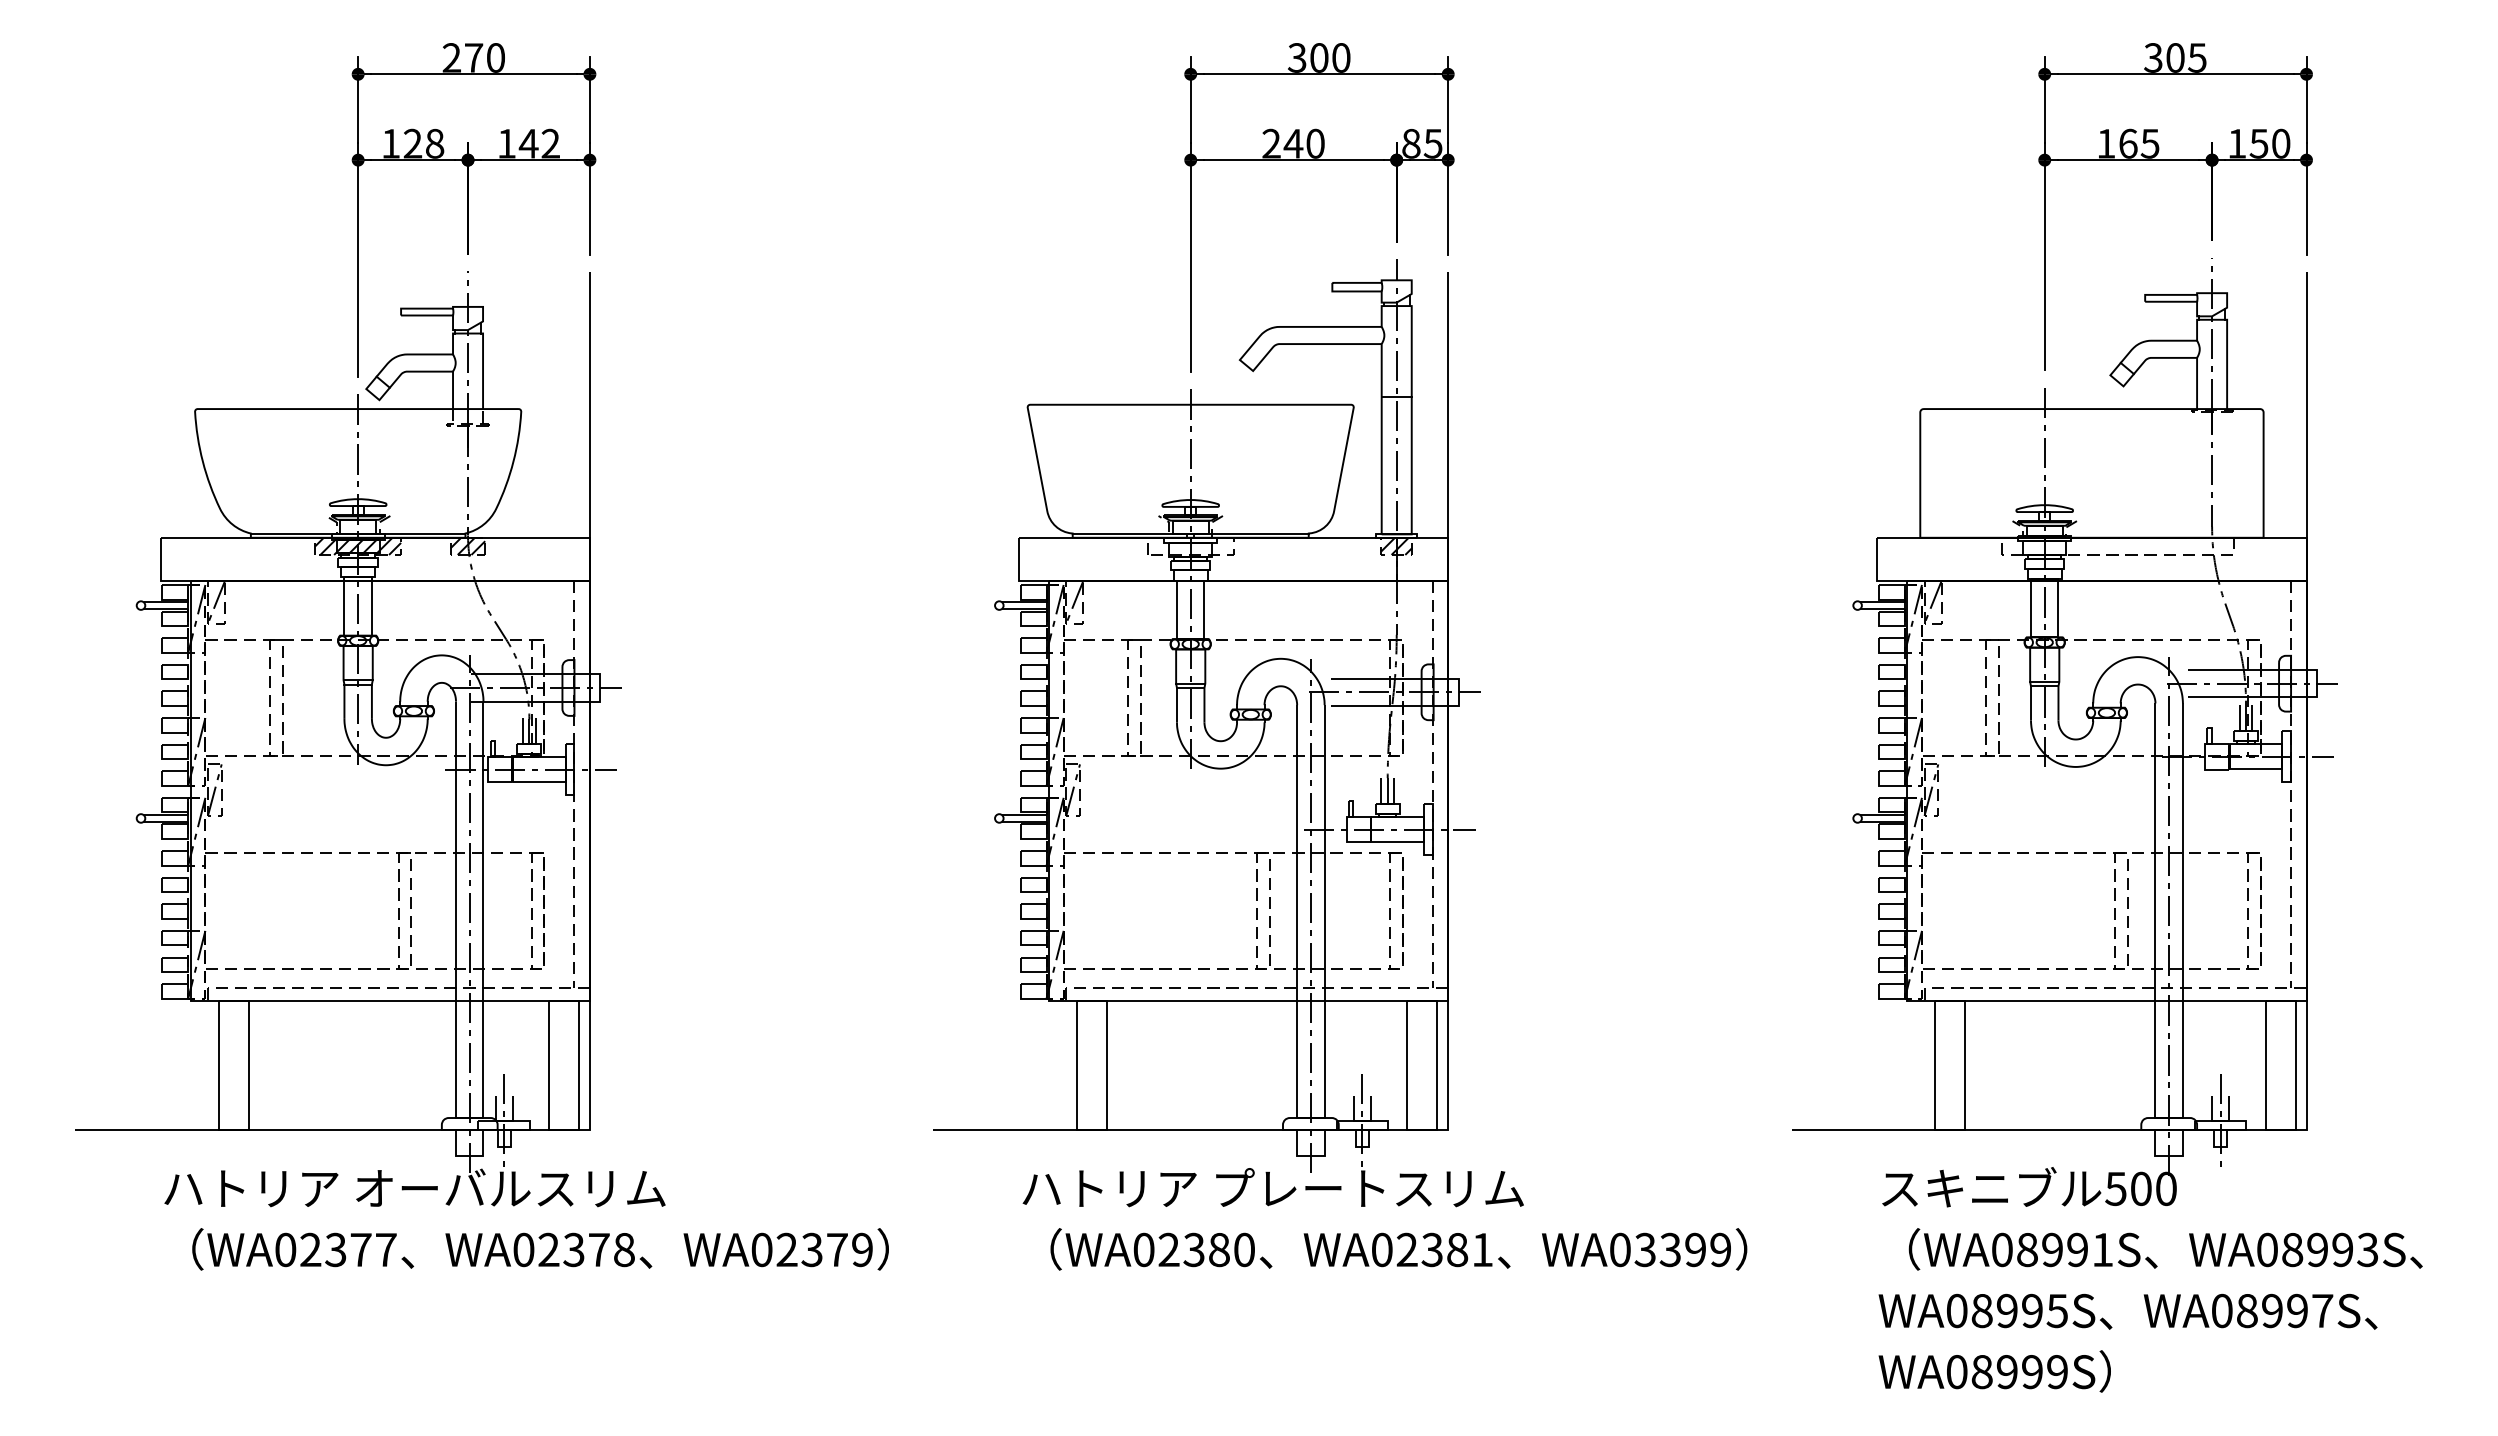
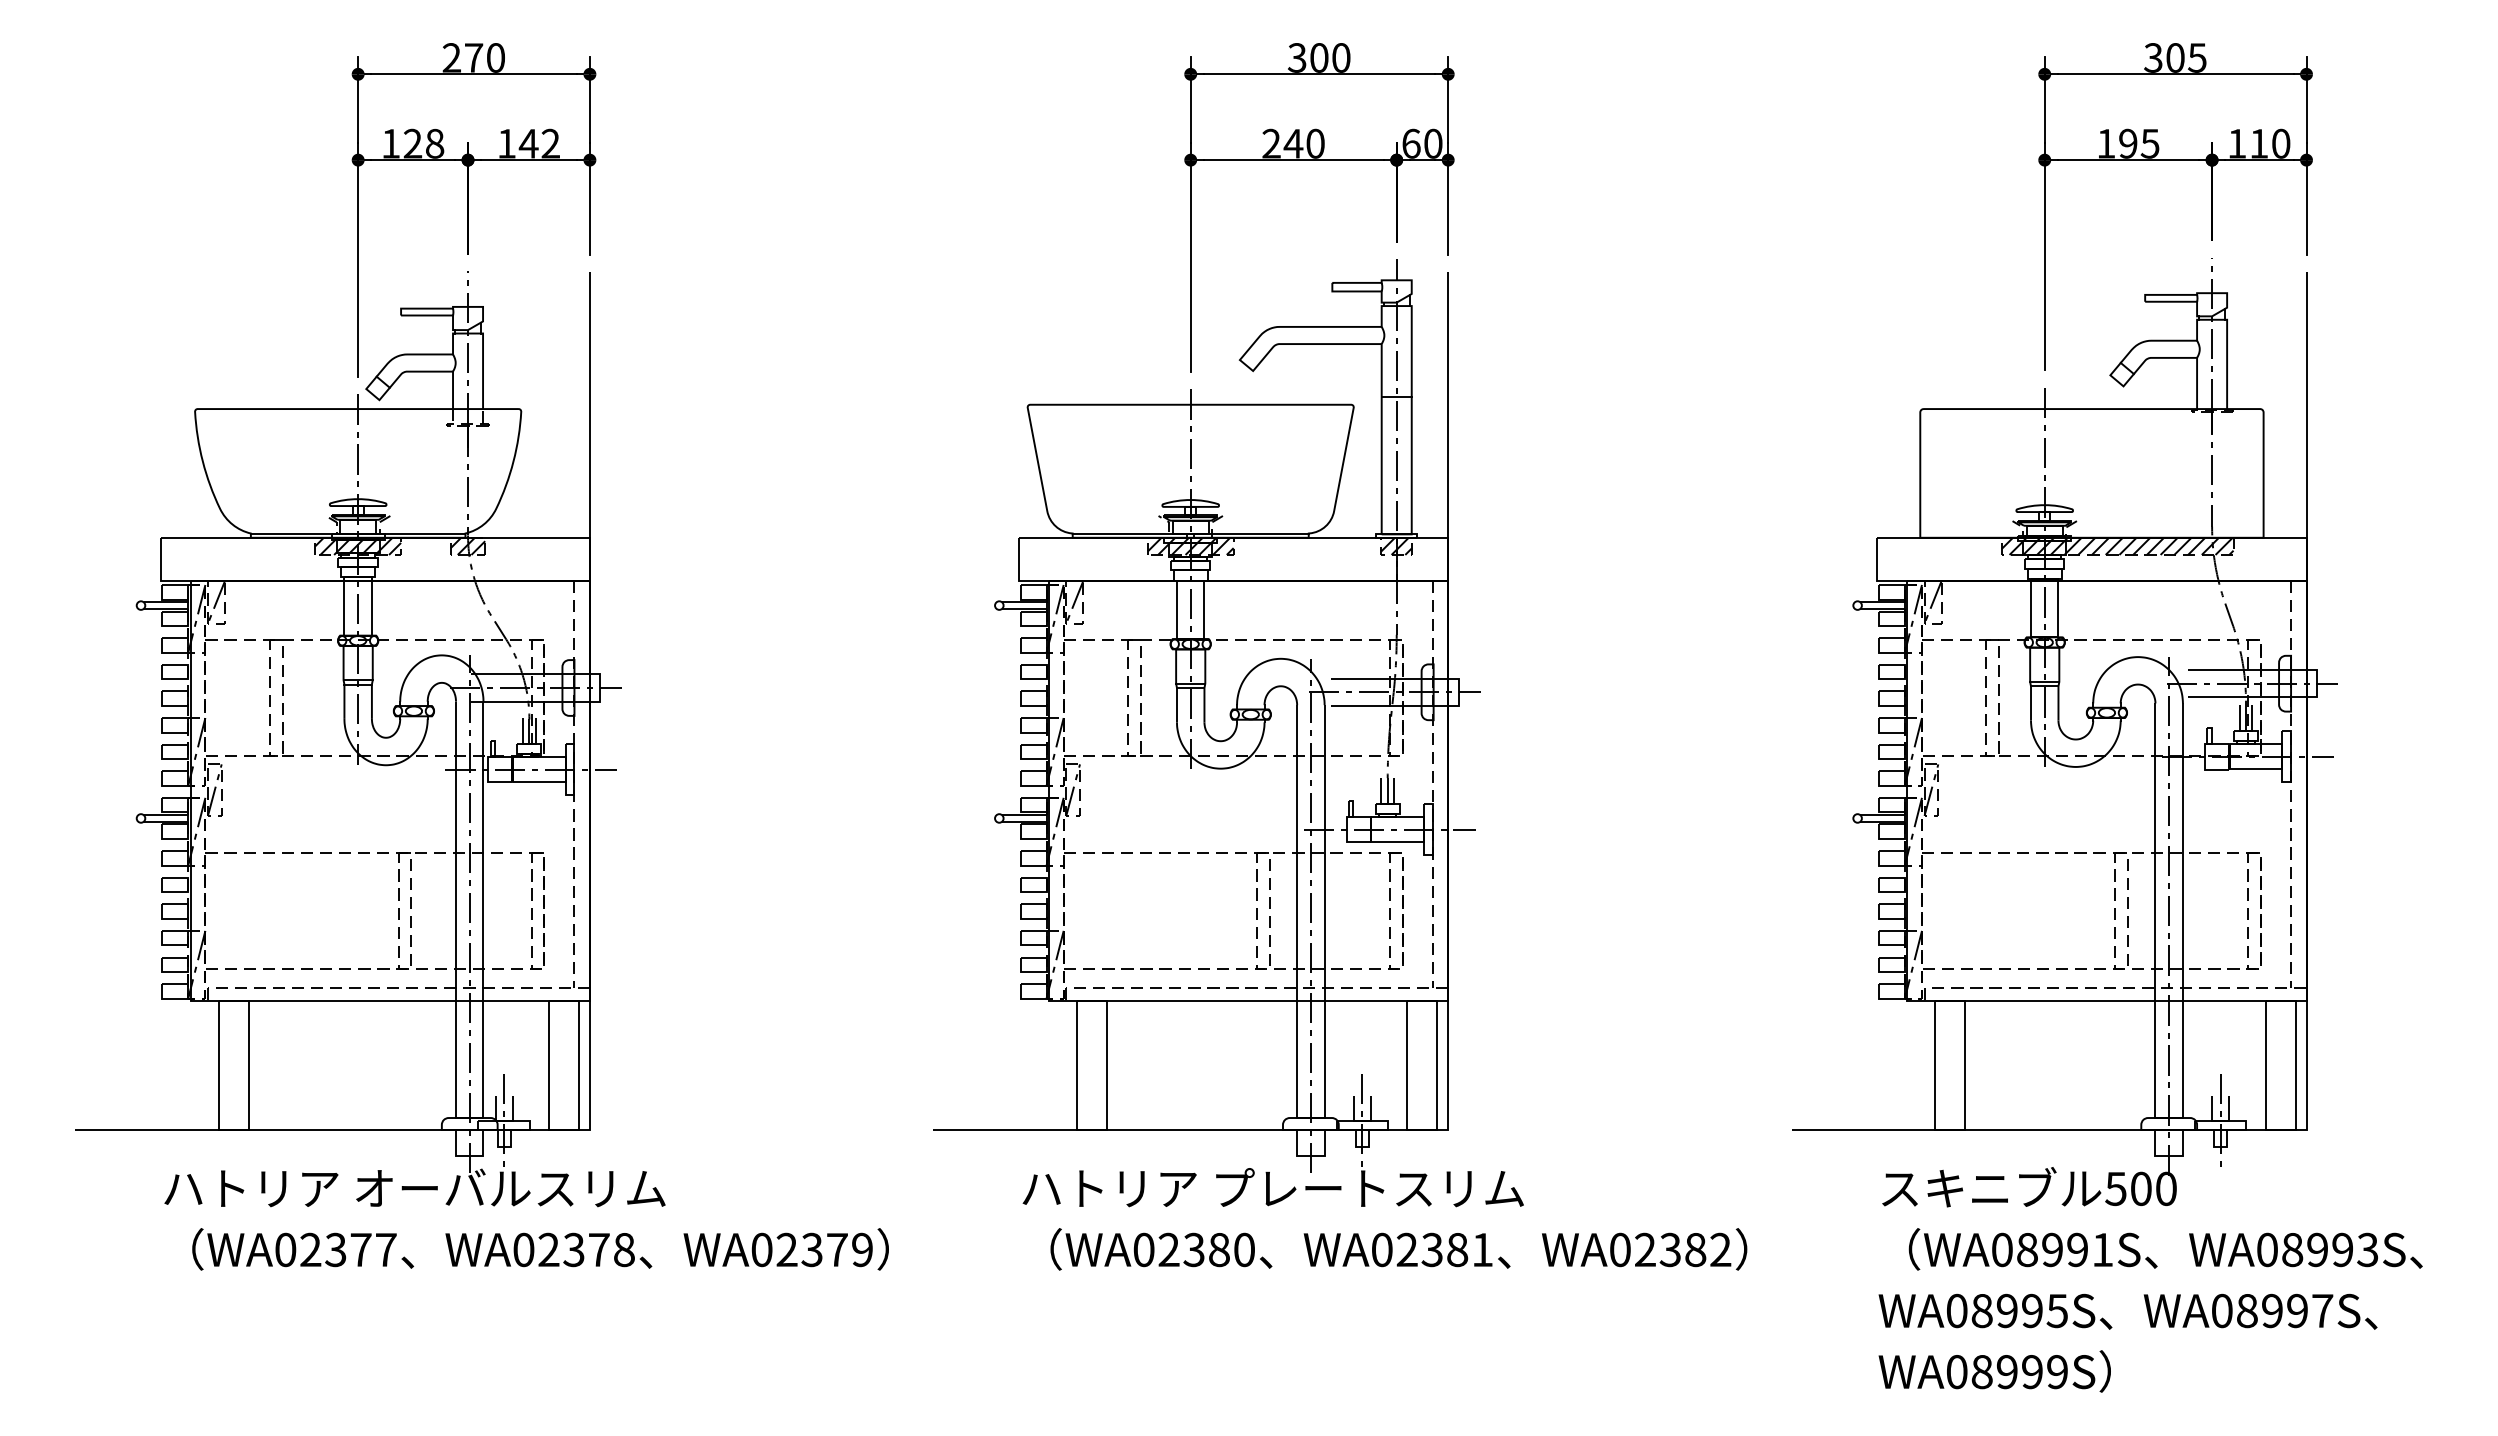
text at (1422, 143): 85 -> 60
text at (2128, 143): 165 -> 195
text at (2258, 143): 150 -> 110
hatch at (1190, 545): none -> present
hatch at (2117, 545): none -> present
text at (1682, 1249): WA03399 -> WA02382
